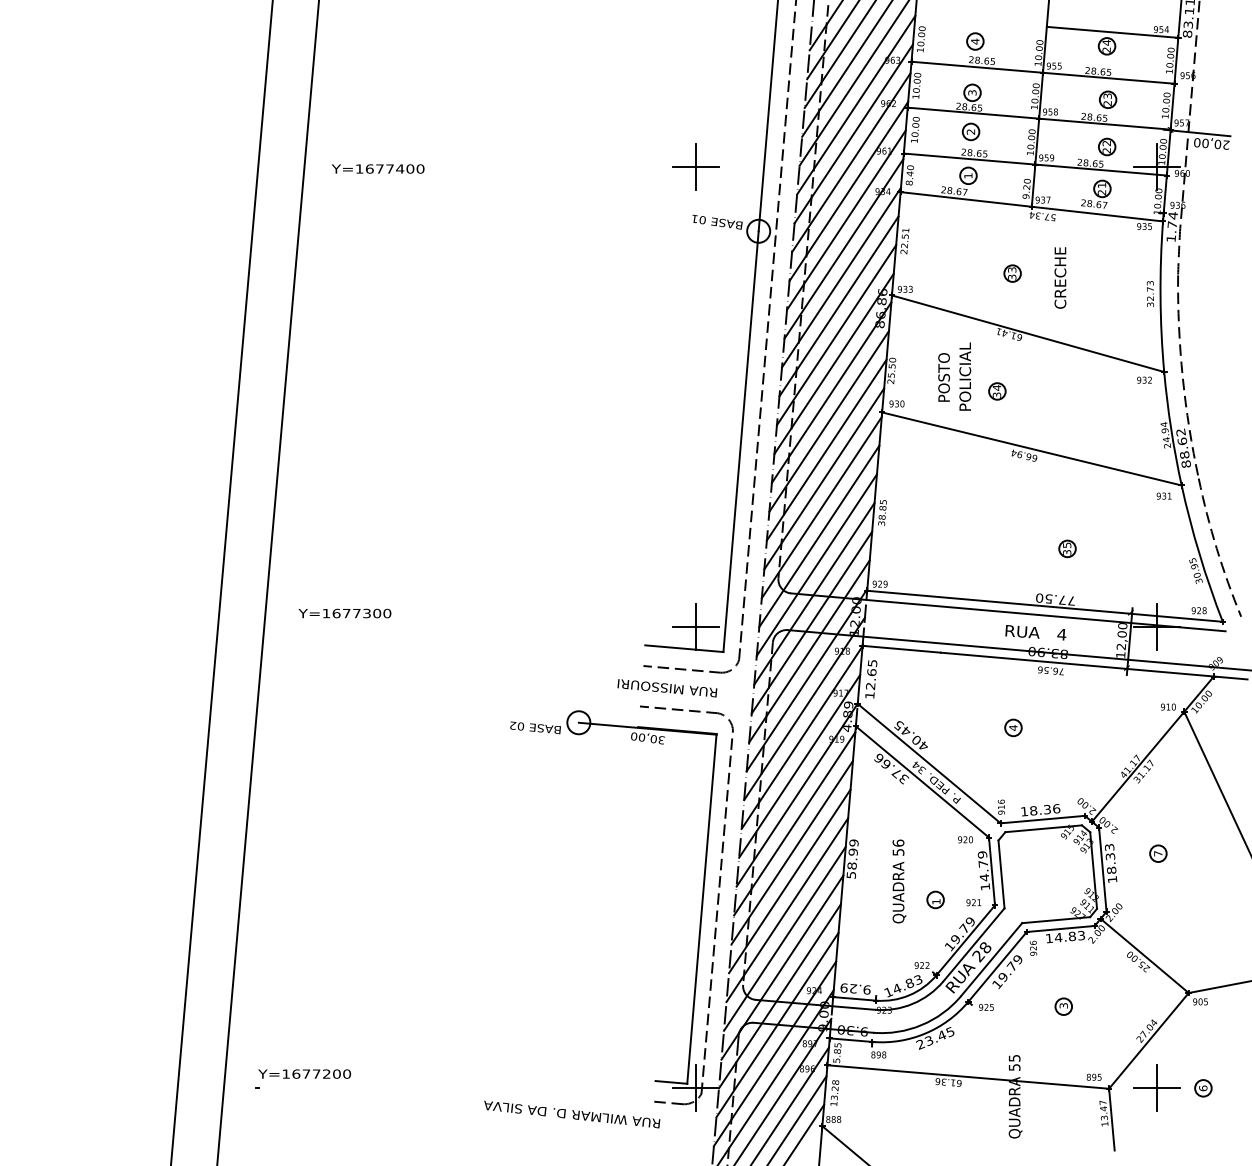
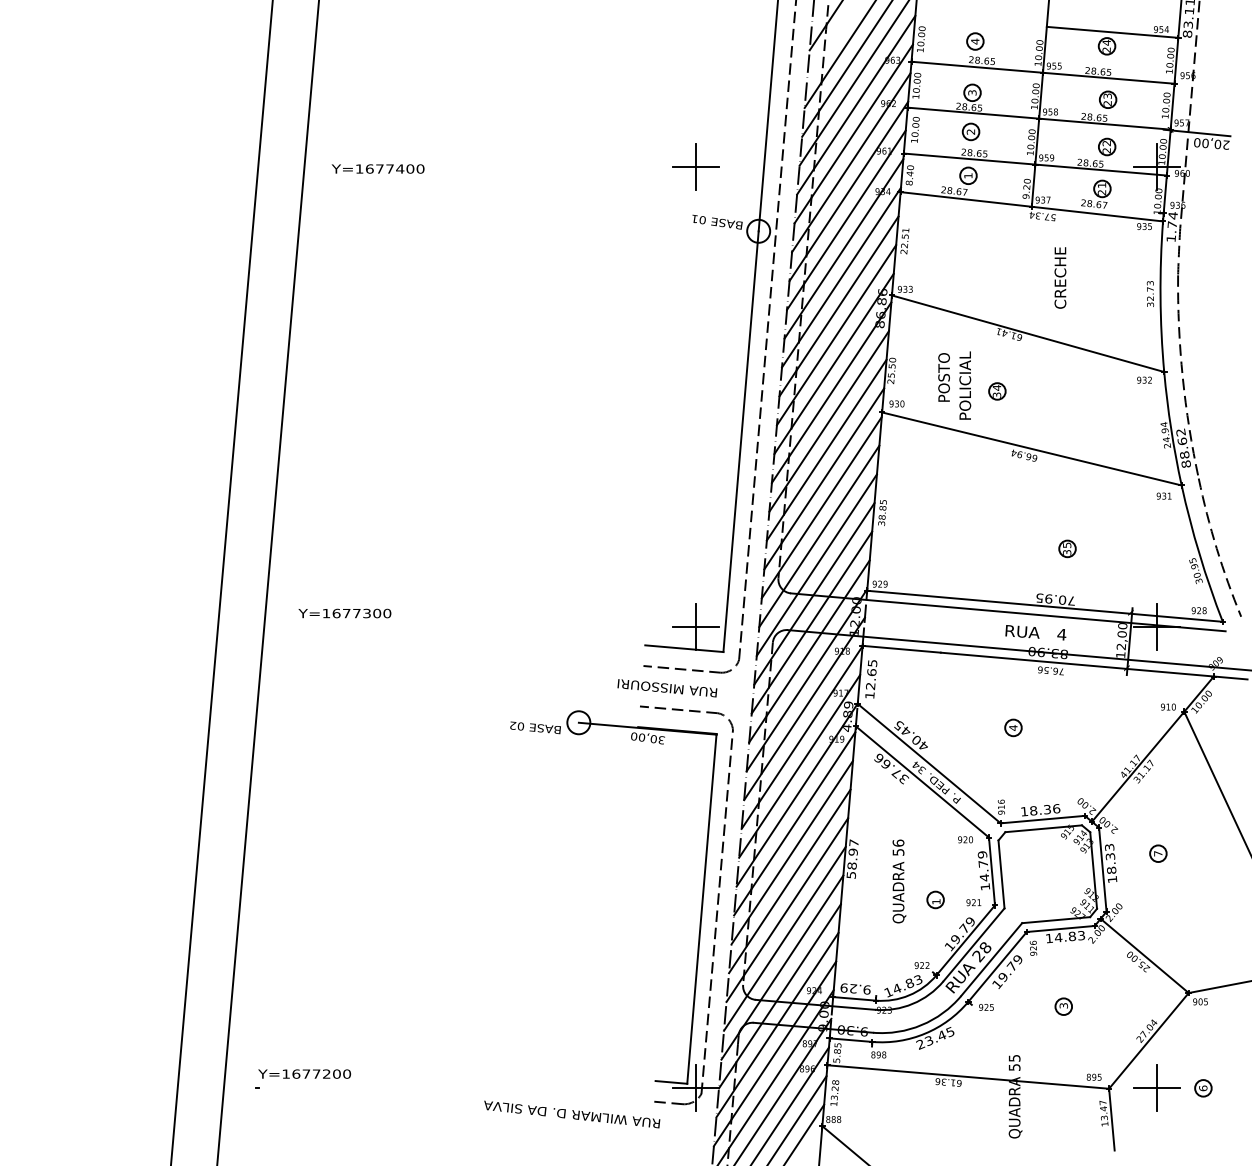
line at (832, 40): present -> none
part at (1012, 273): present -> none
text at (965, 376) position: (965, 376) -> (965, 385)
text at (1051, 598): 77.50 -> 70.95
text at (853, 842): 58.99 -> 58.97
